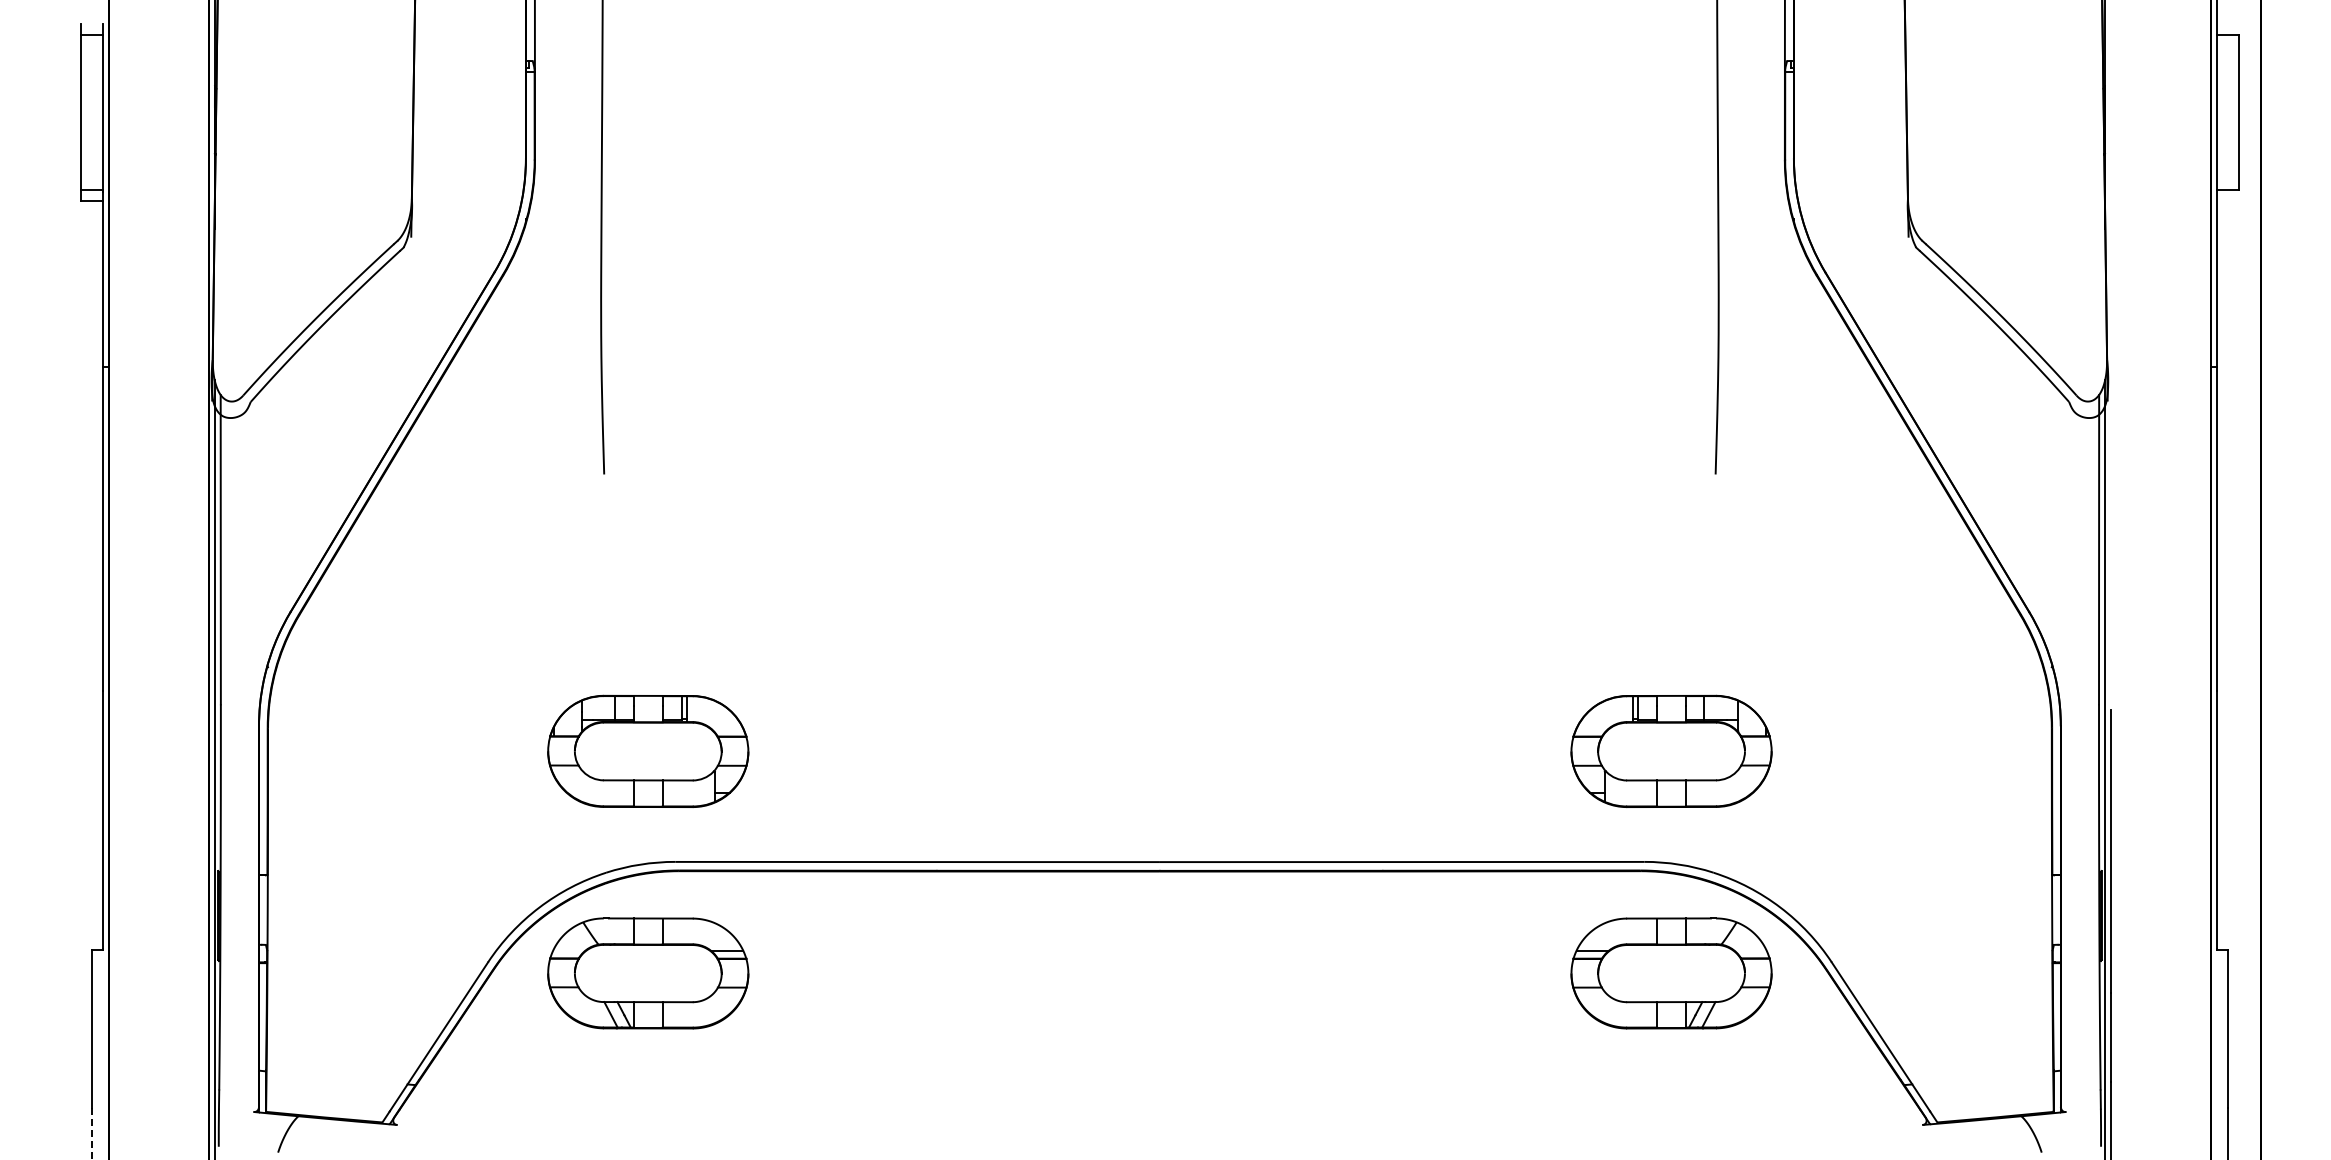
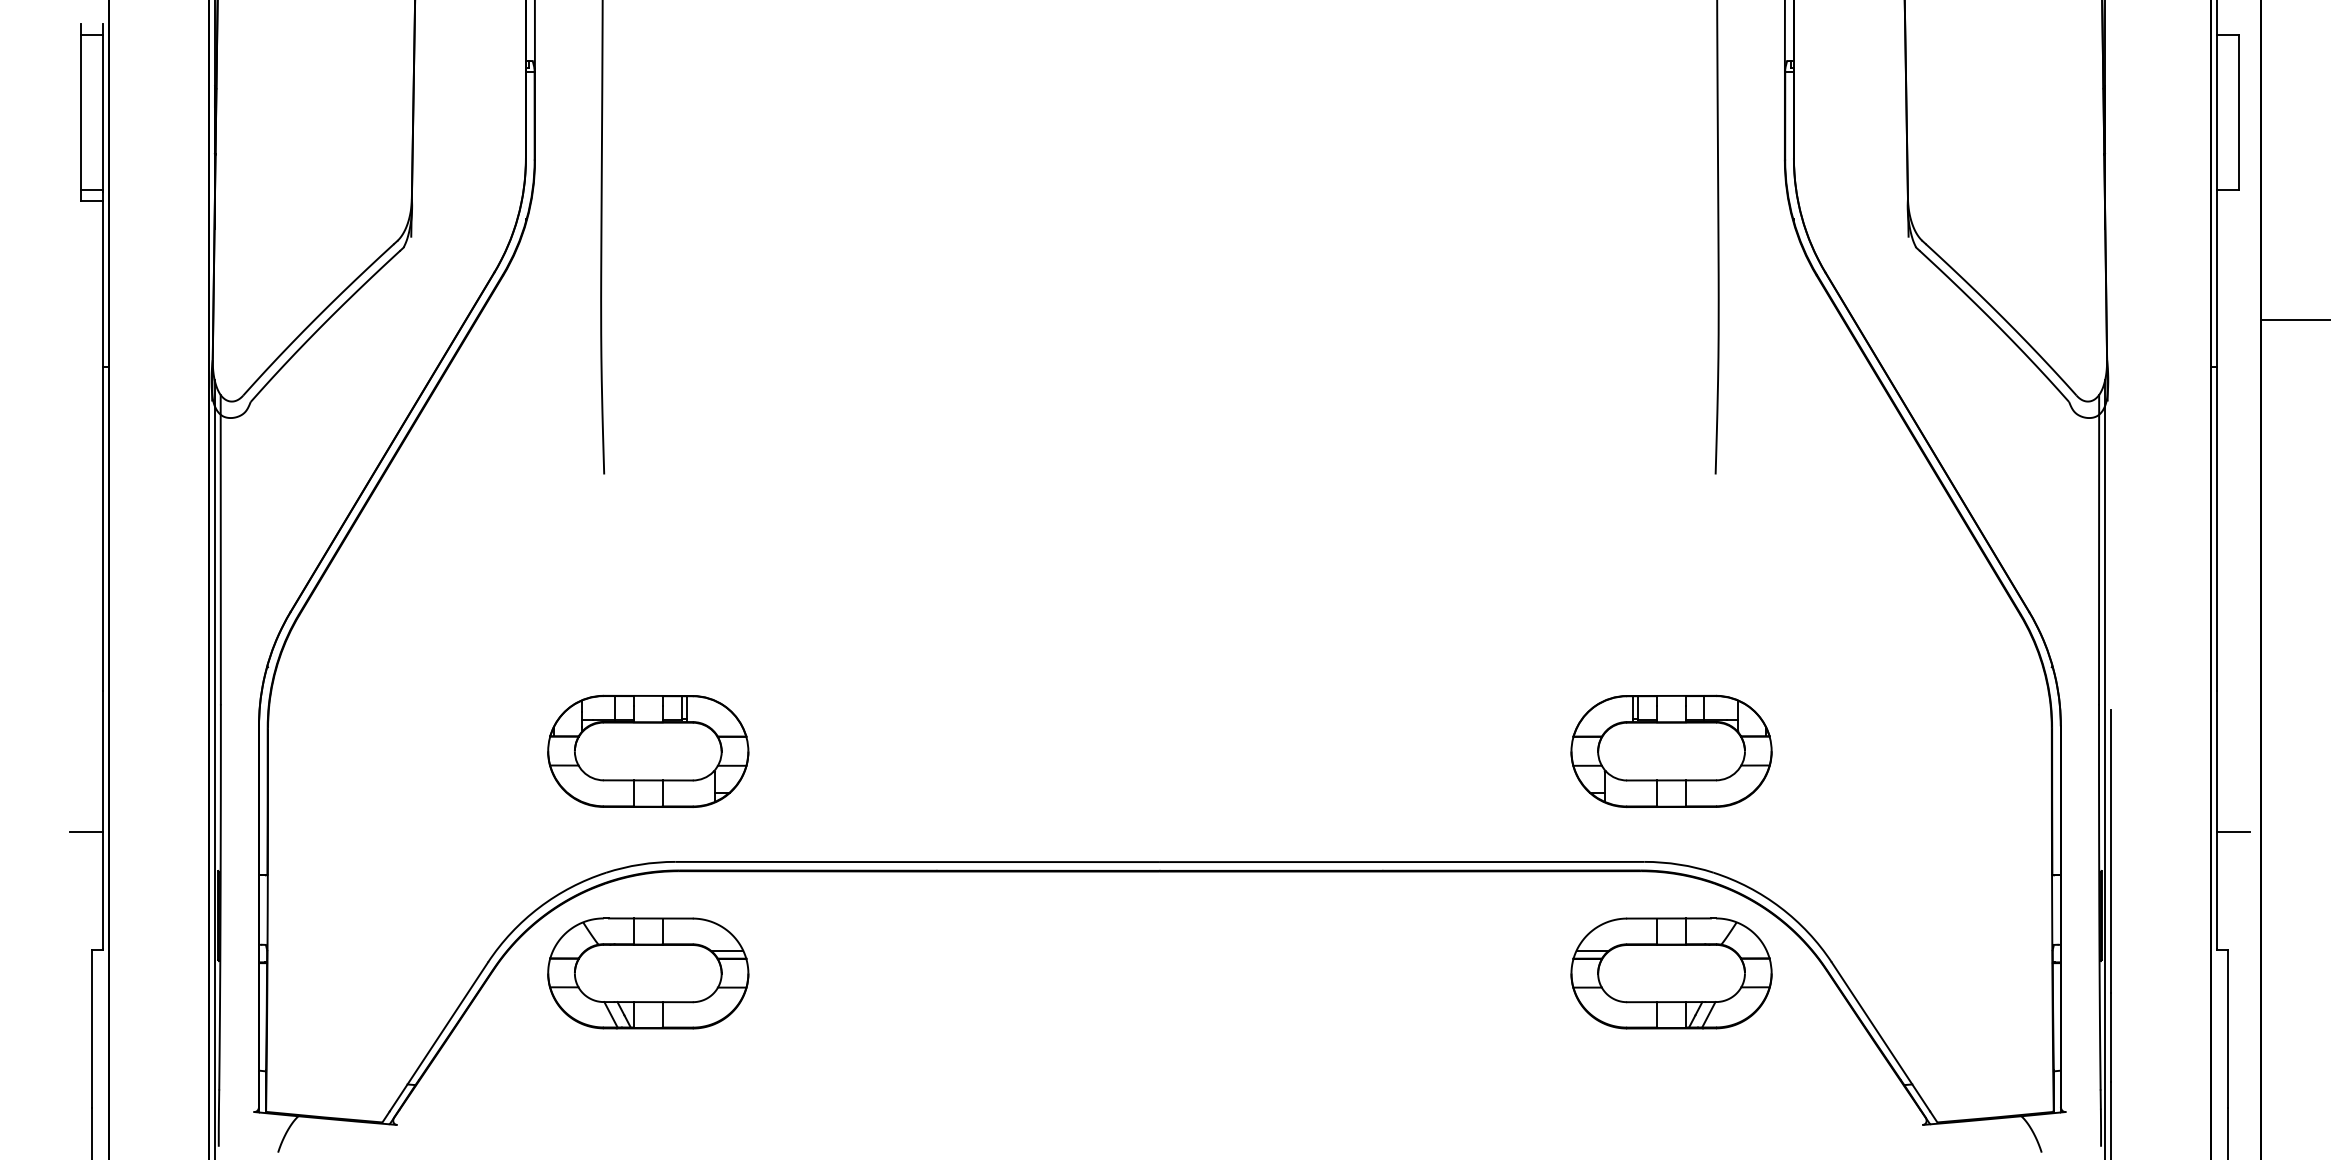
line at (2294, 320): none -> present
line at (86, 831): none -> present
line at (2232, 831): none -> present
line at (92, 1134): dashed -> solid
